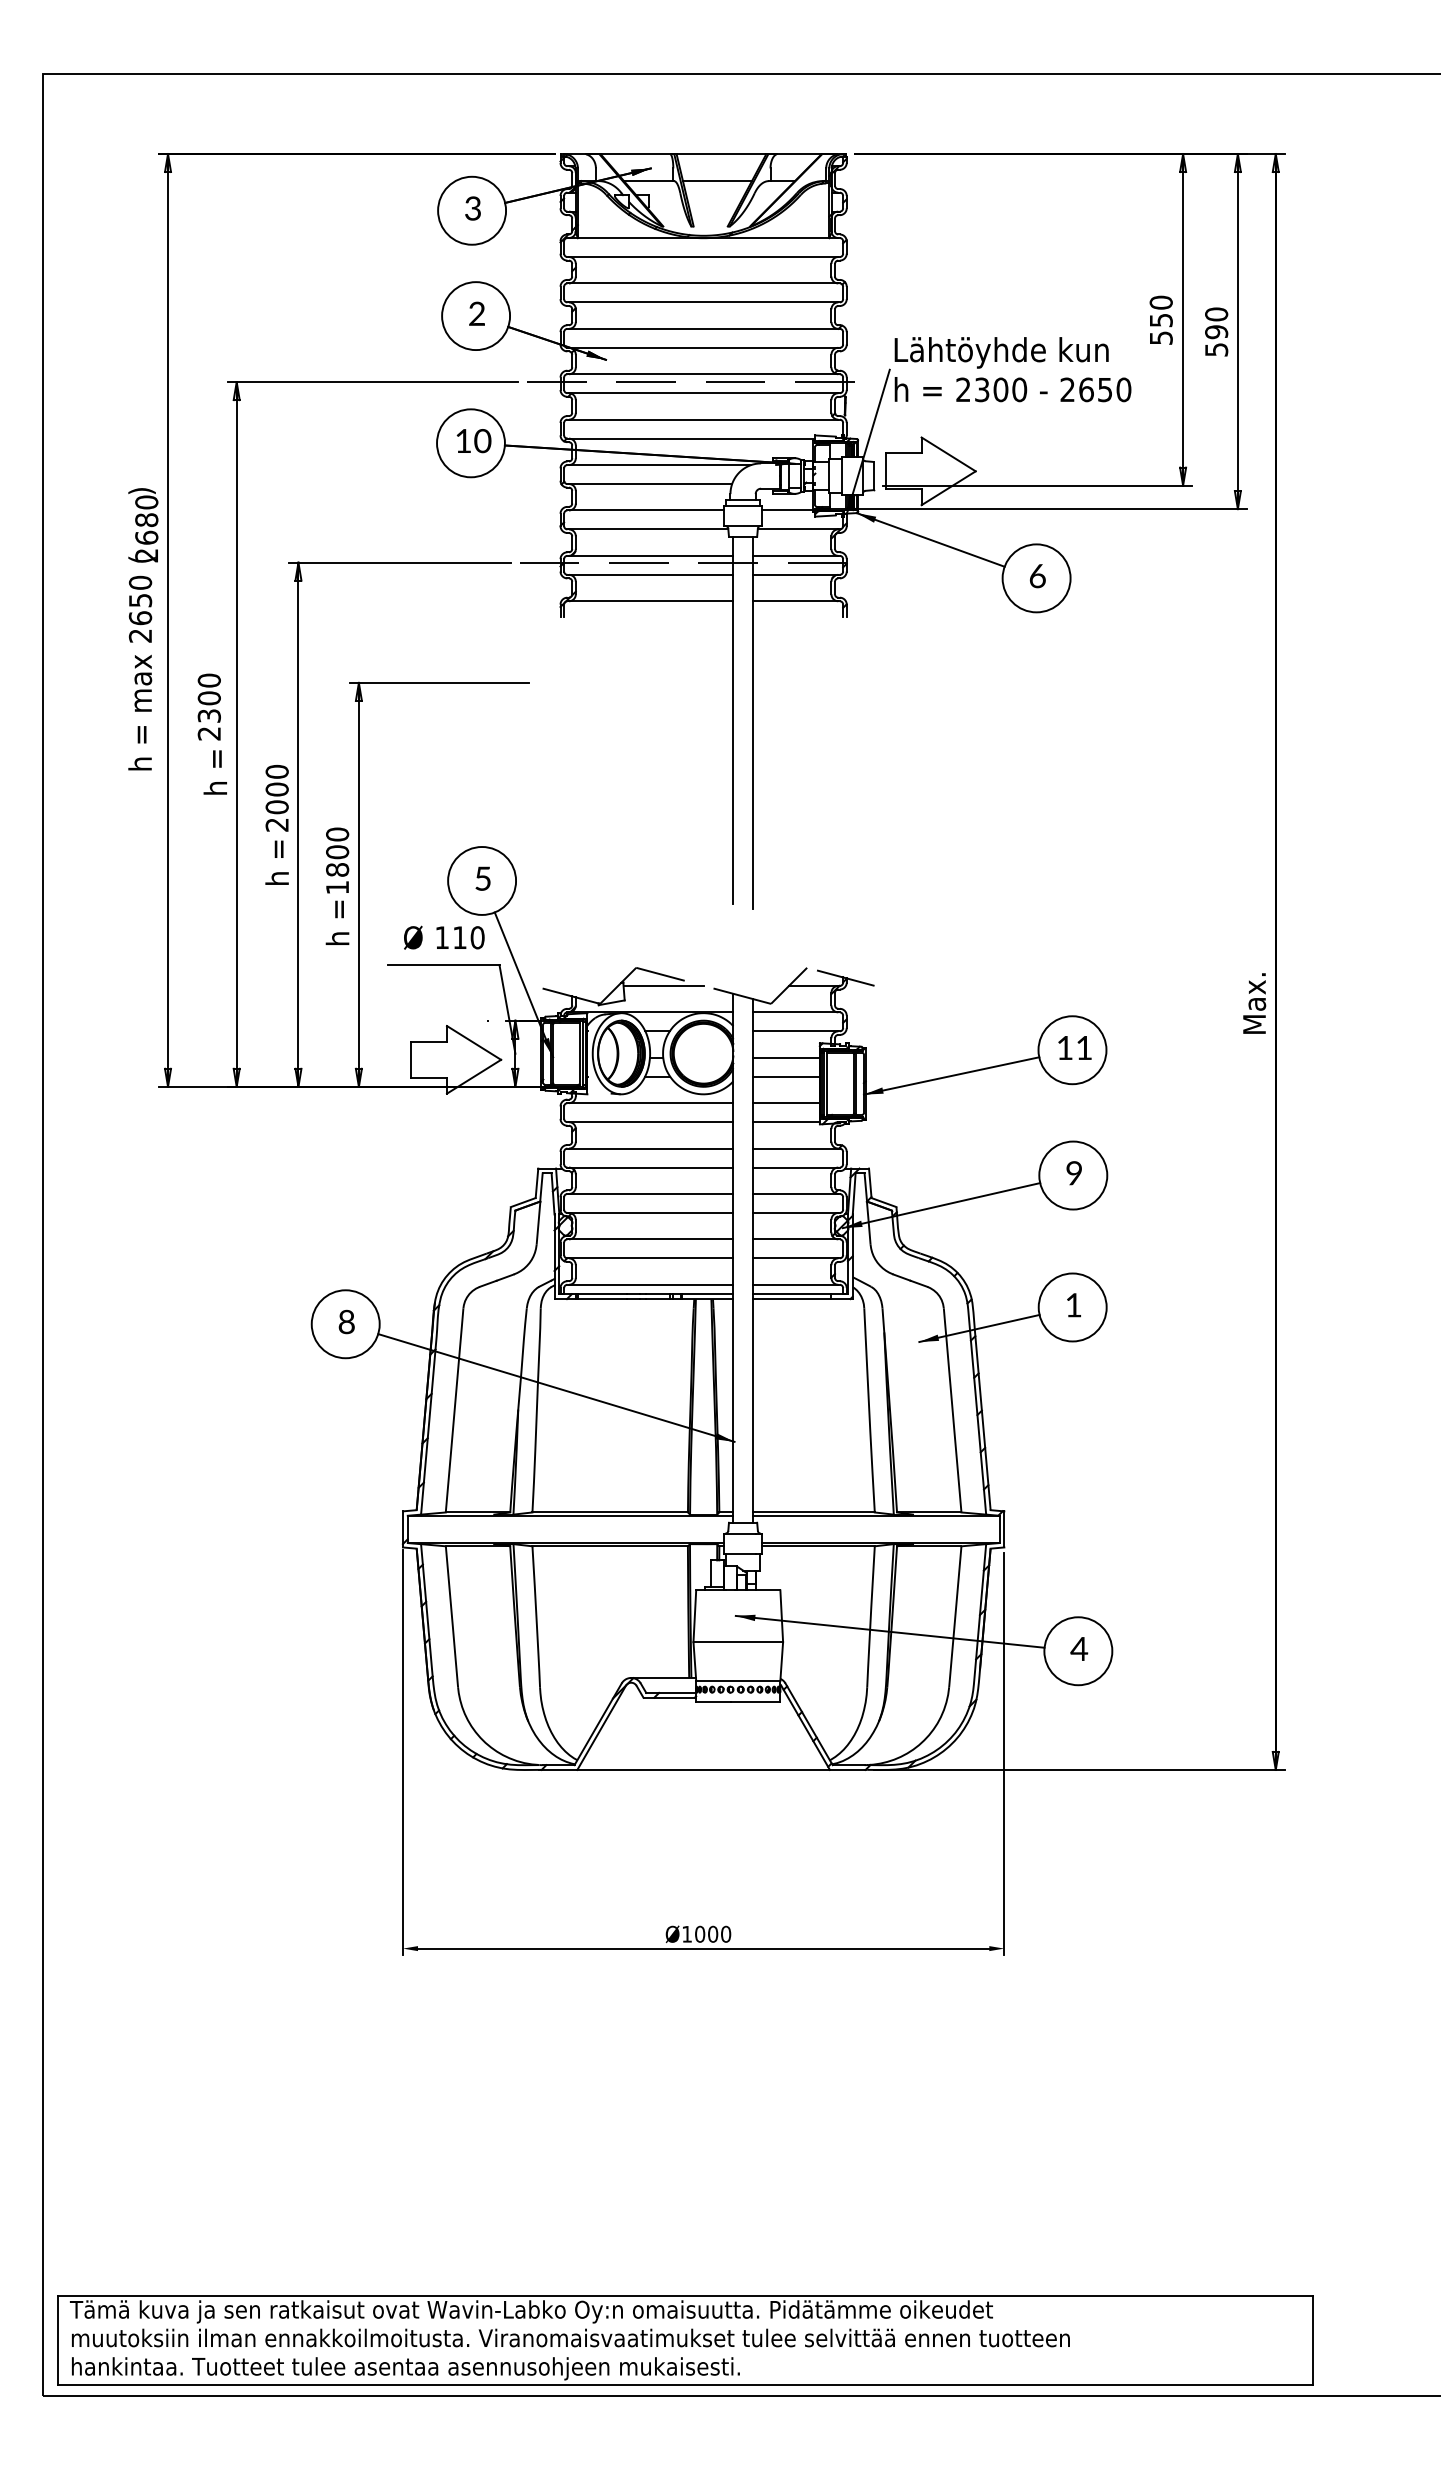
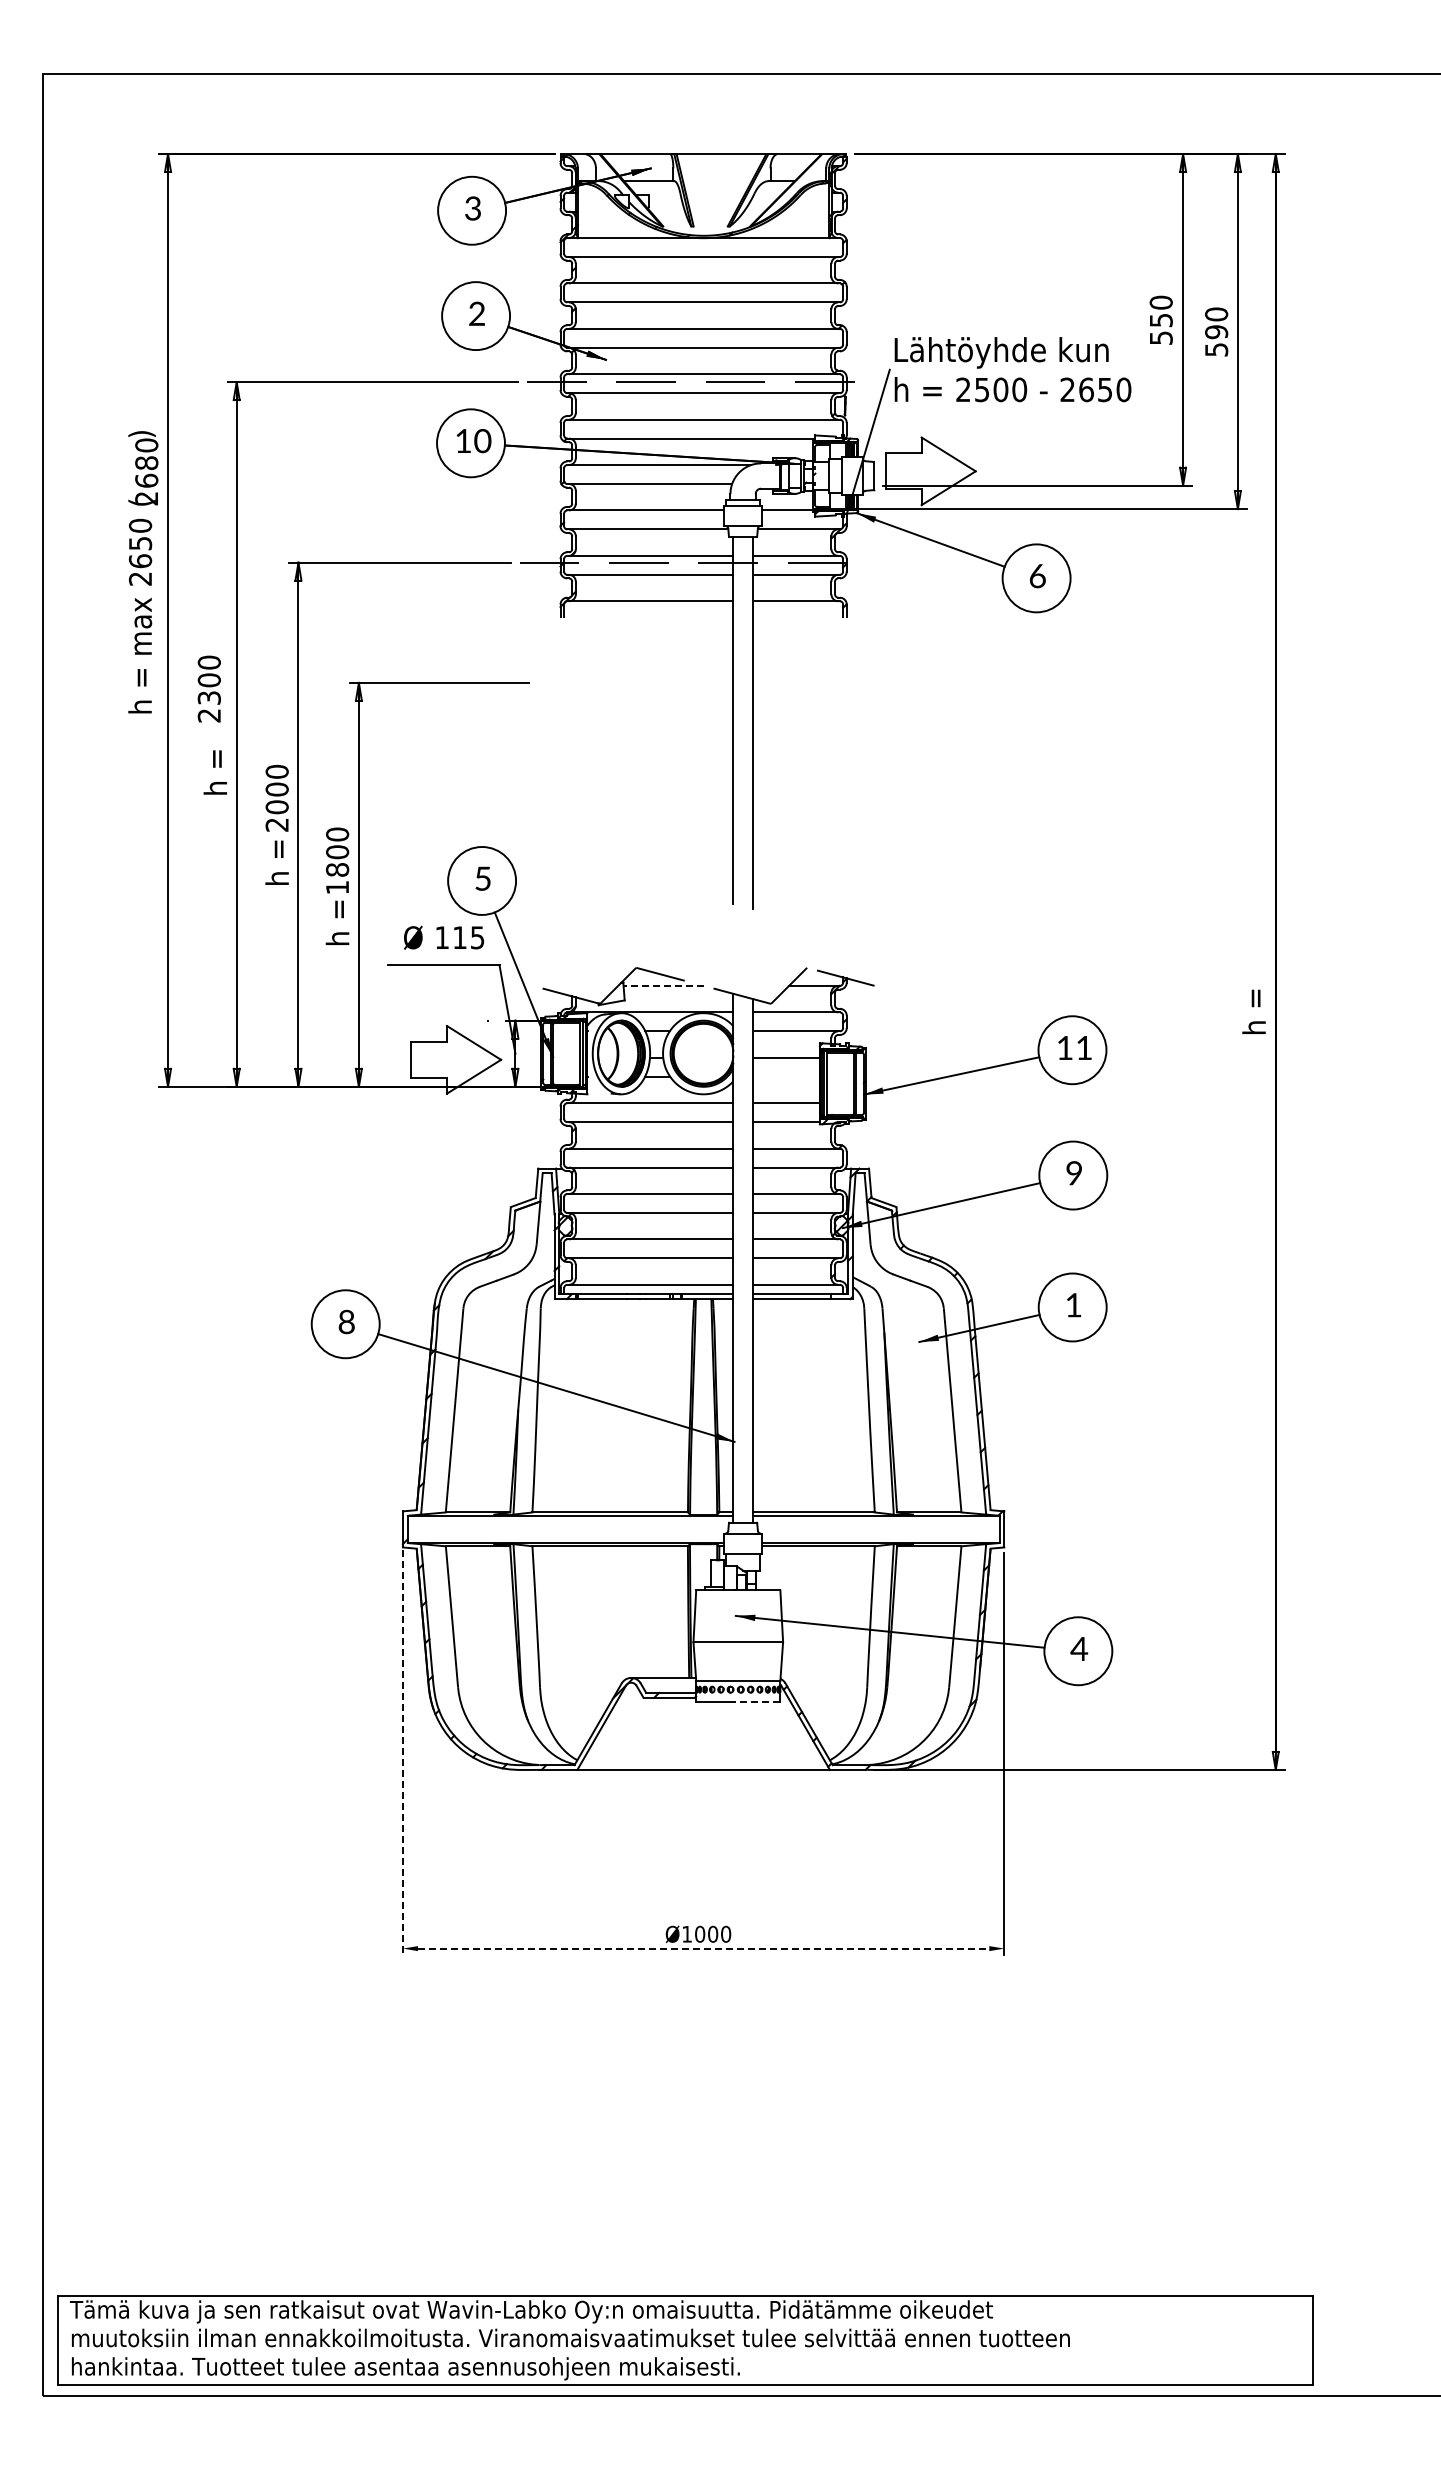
line at (716, 181): present -> none
text at (982, 389): 2300 -> 2500
text at (143, 629) position: (143, 629) -> (143, 572)
text at (208, 706) position: (208, 706) -> (208, 688)
text at (477, 937): 110 -> 115
line at (663, 985): solid -> dashed
text at (1254, 1003): Max. -> h =
line at (785, 1076): present -> none
line at (755, 1701): solid -> dashed
line at (402, 1752): solid -> dashed
line at (703, 1948): solid -> dashed
